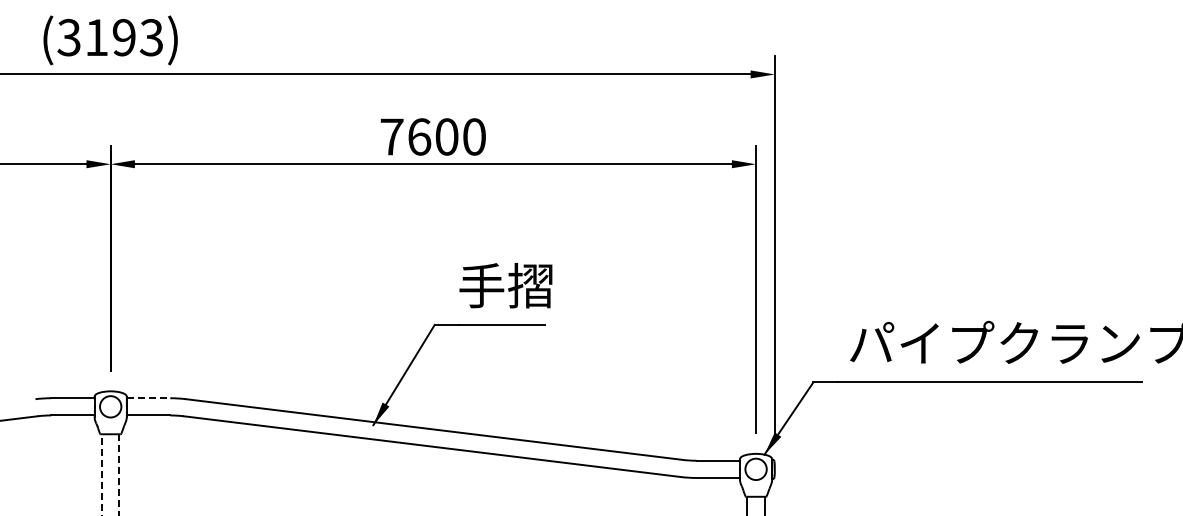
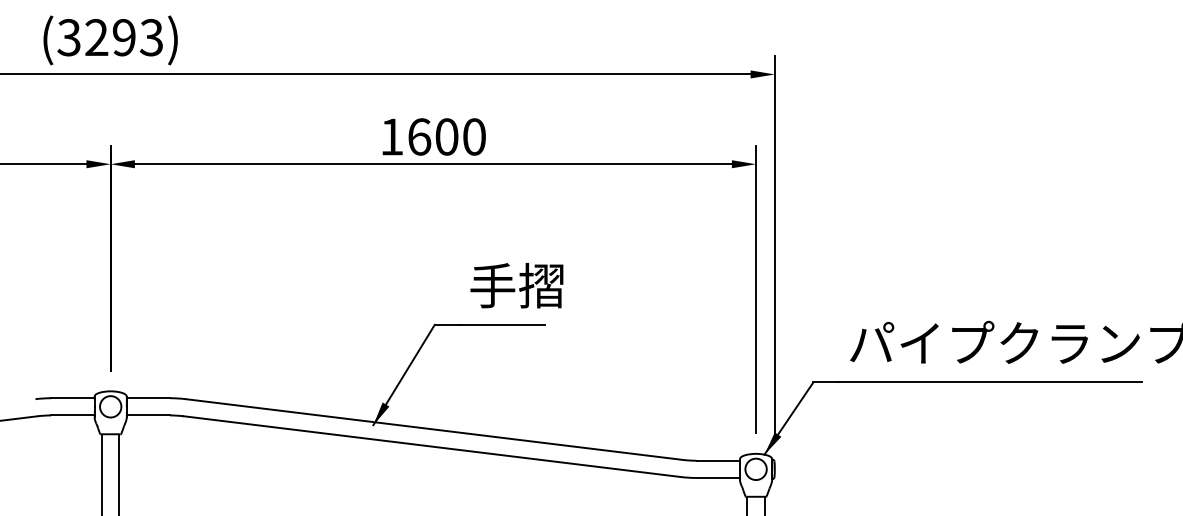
text at (96, 37): (3193) -> (3293)
text at (391, 136): 7600 -> 1600
text at (505, 285) position: (505, 285) -> (516, 285)
line at (148, 398): dashed -> solid
line at (102, 515): dashed -> solid
